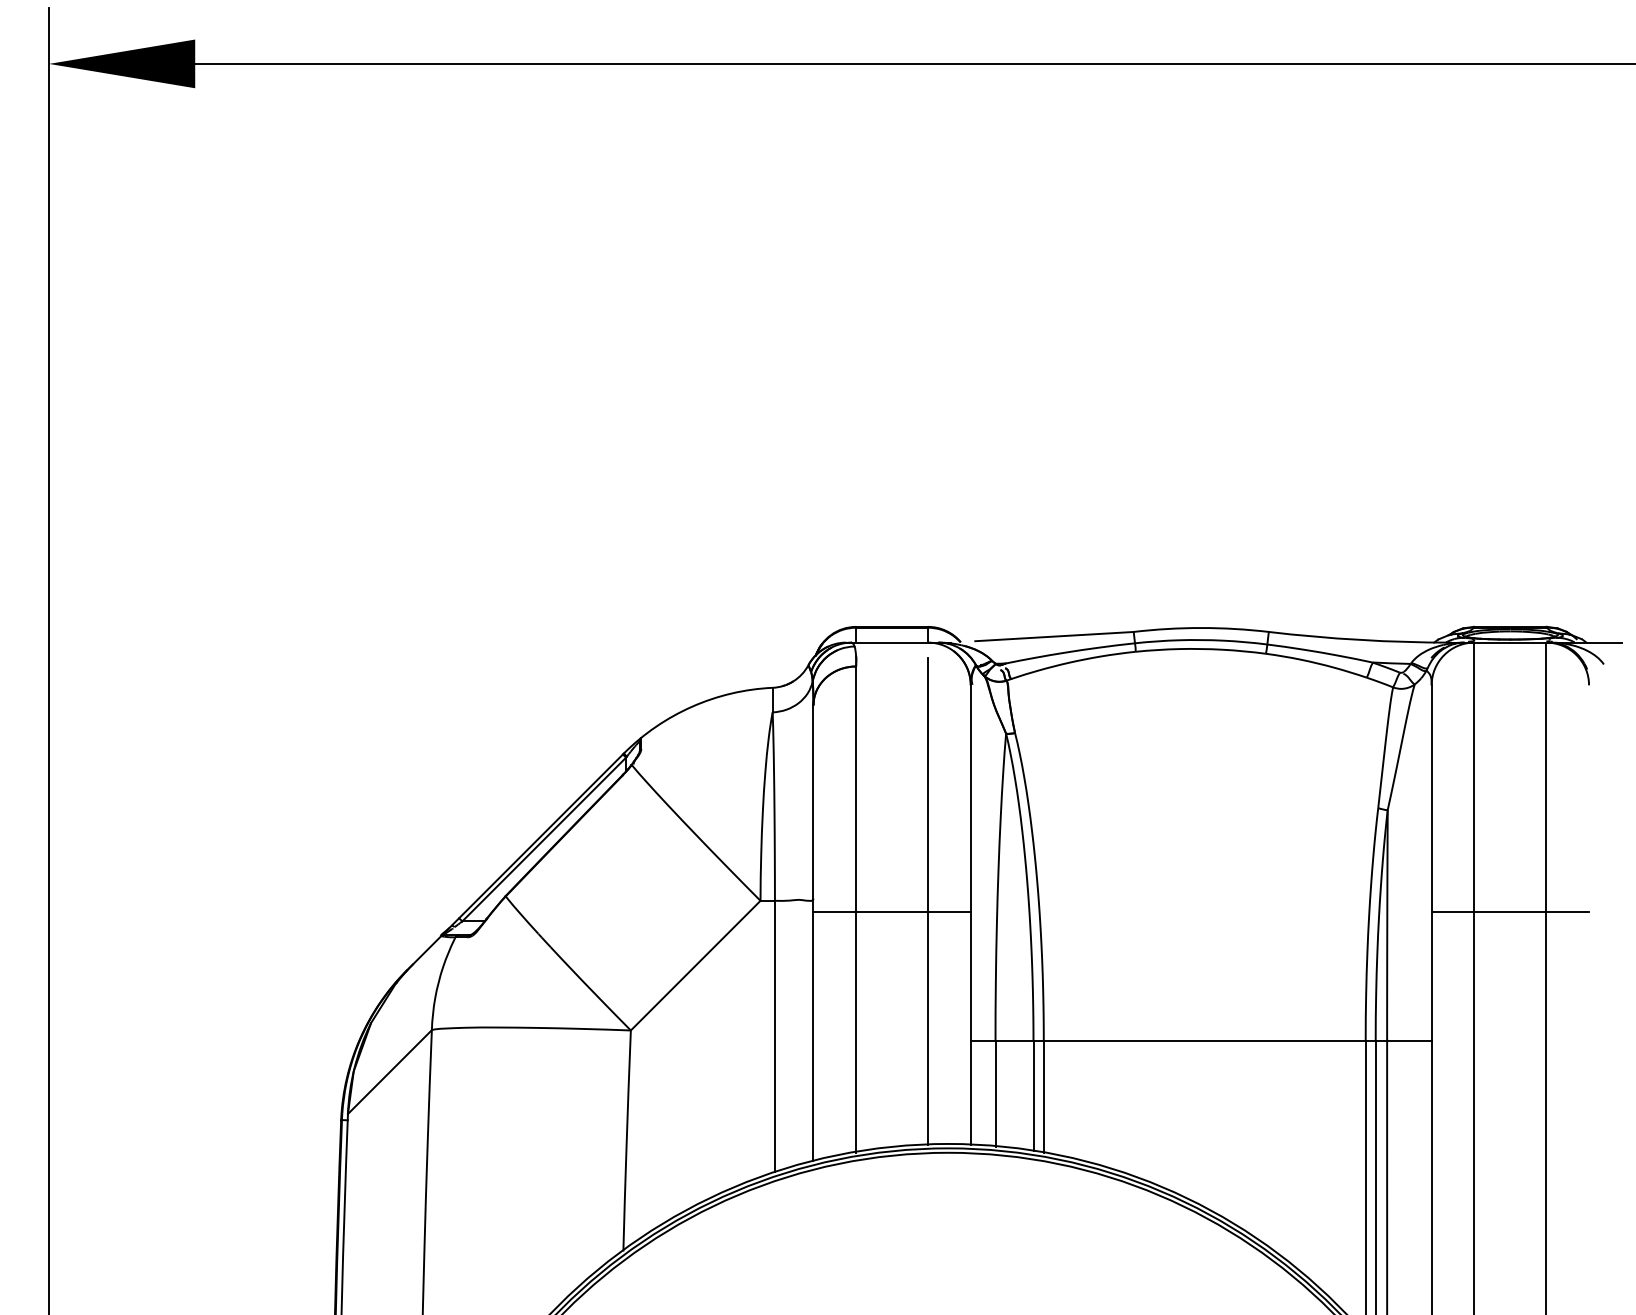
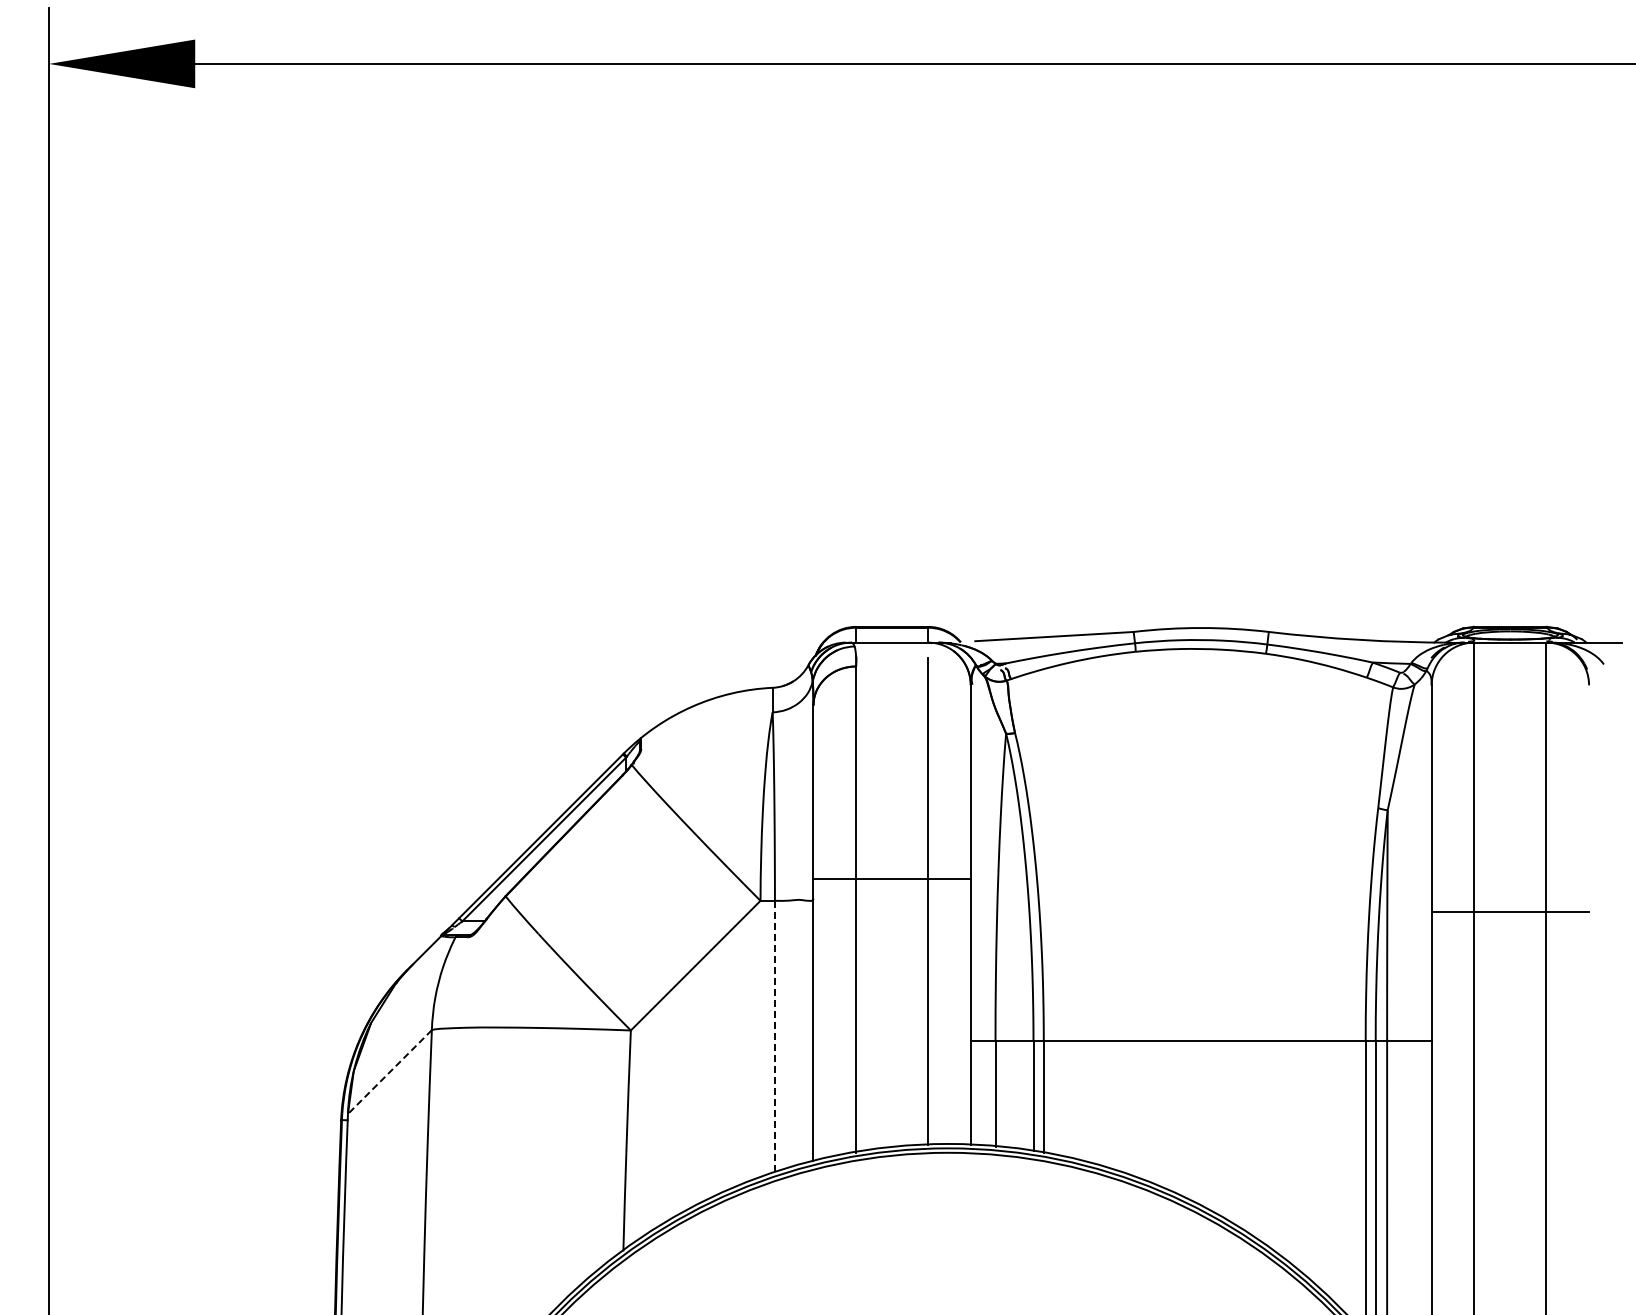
line at (891, 912) position: (891, 912) -> (891, 879)
line at (774, 1036): solid -> dashed
line at (389, 1072): solid -> dashed
